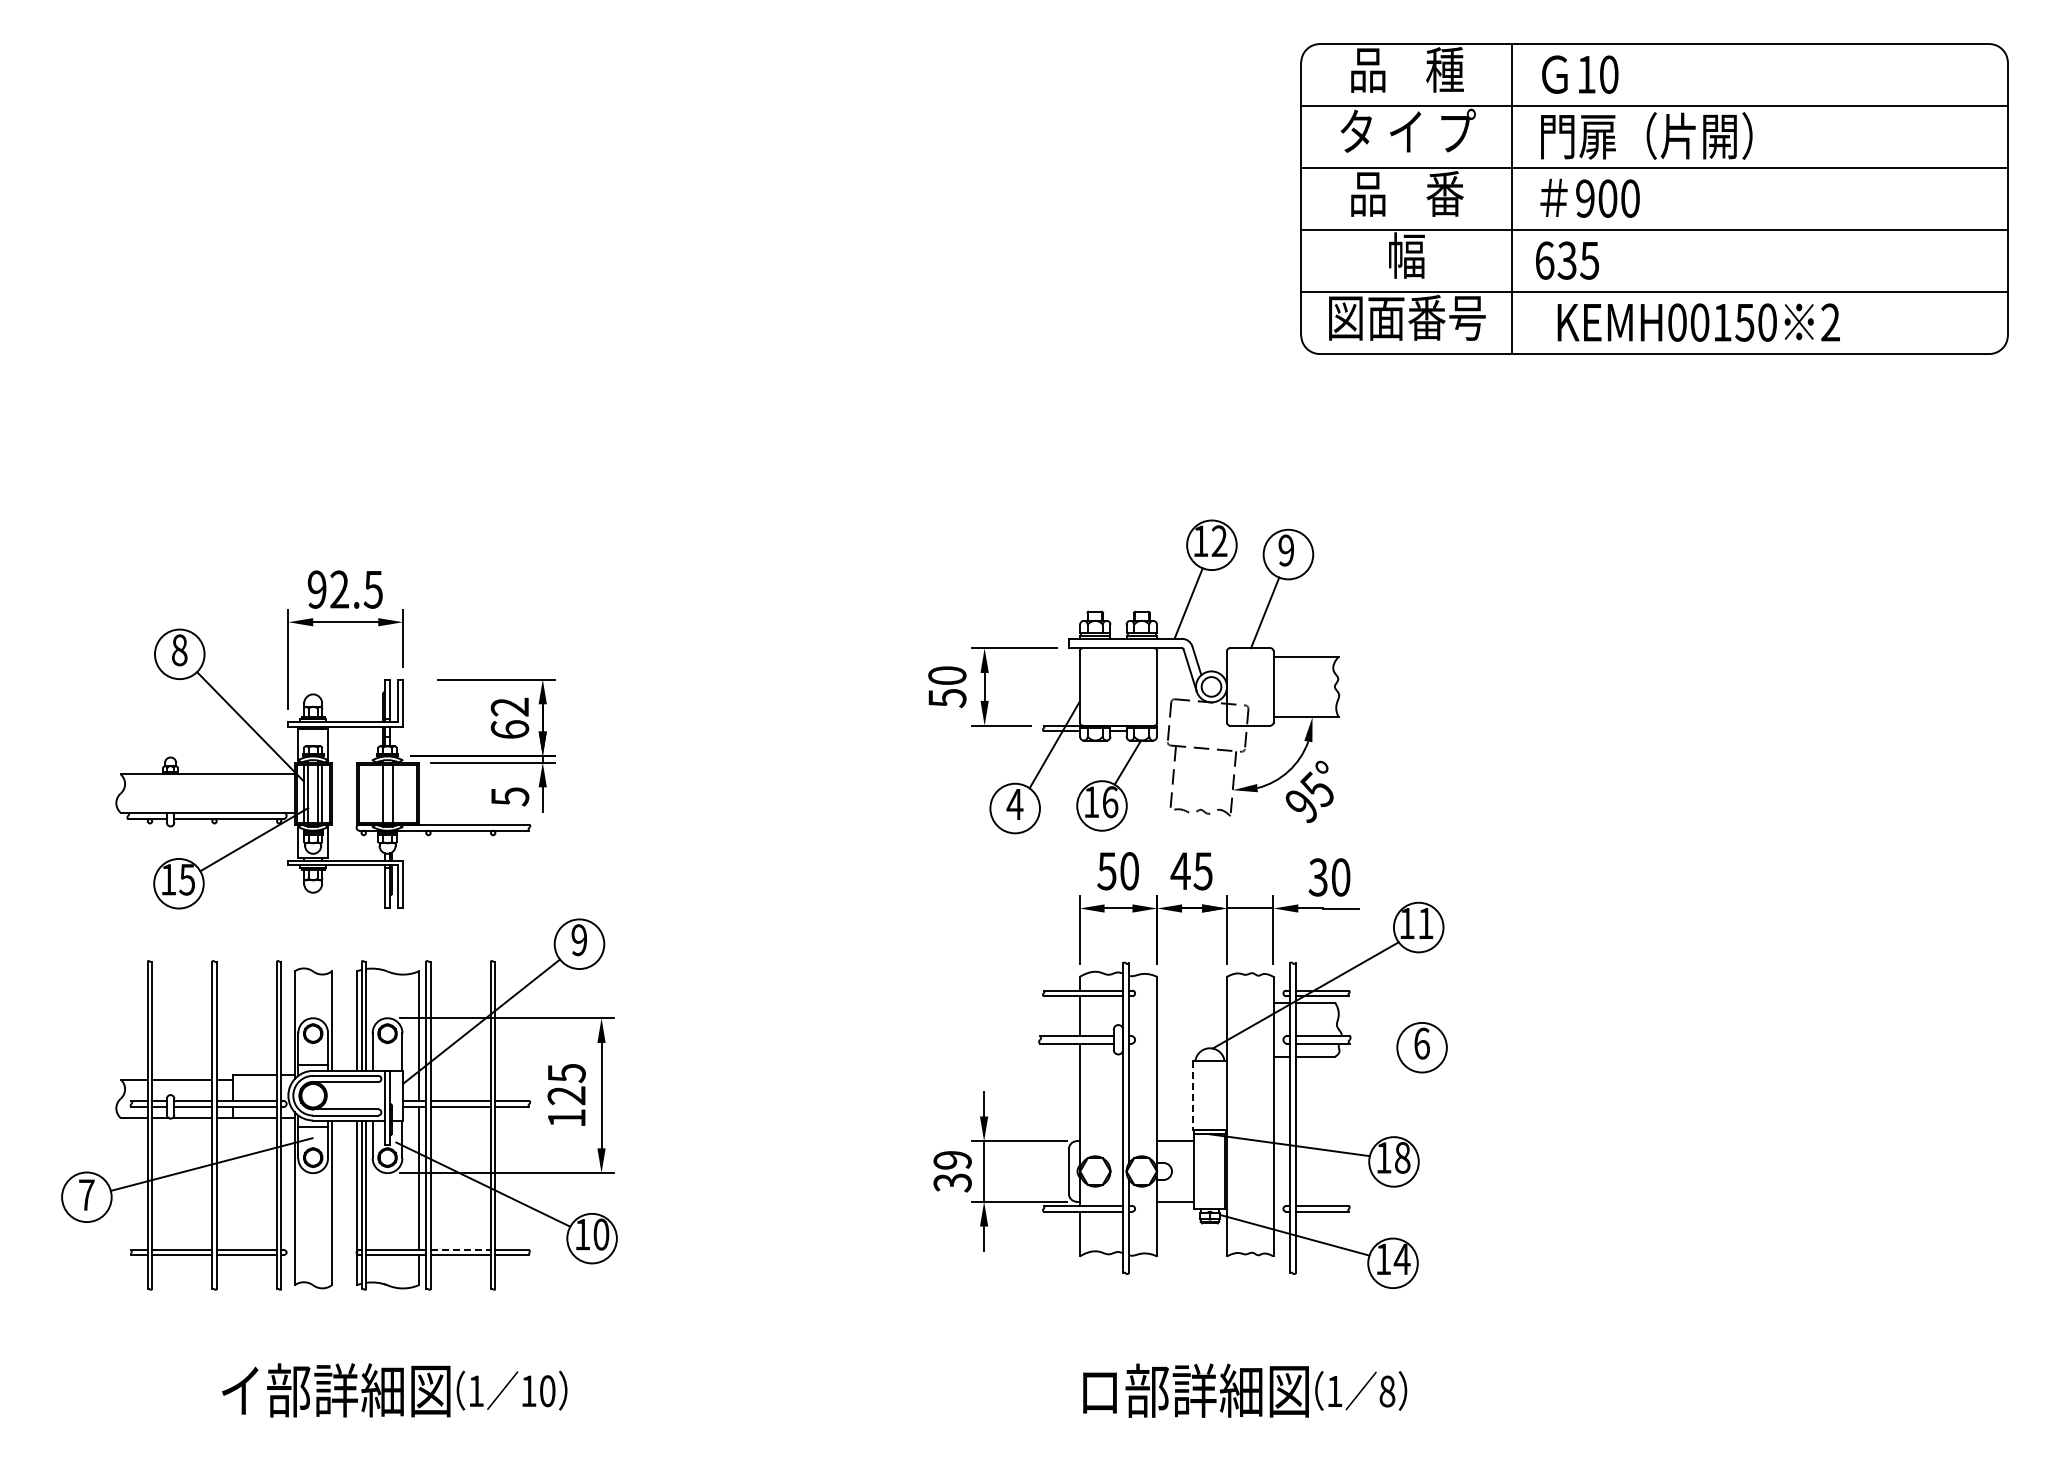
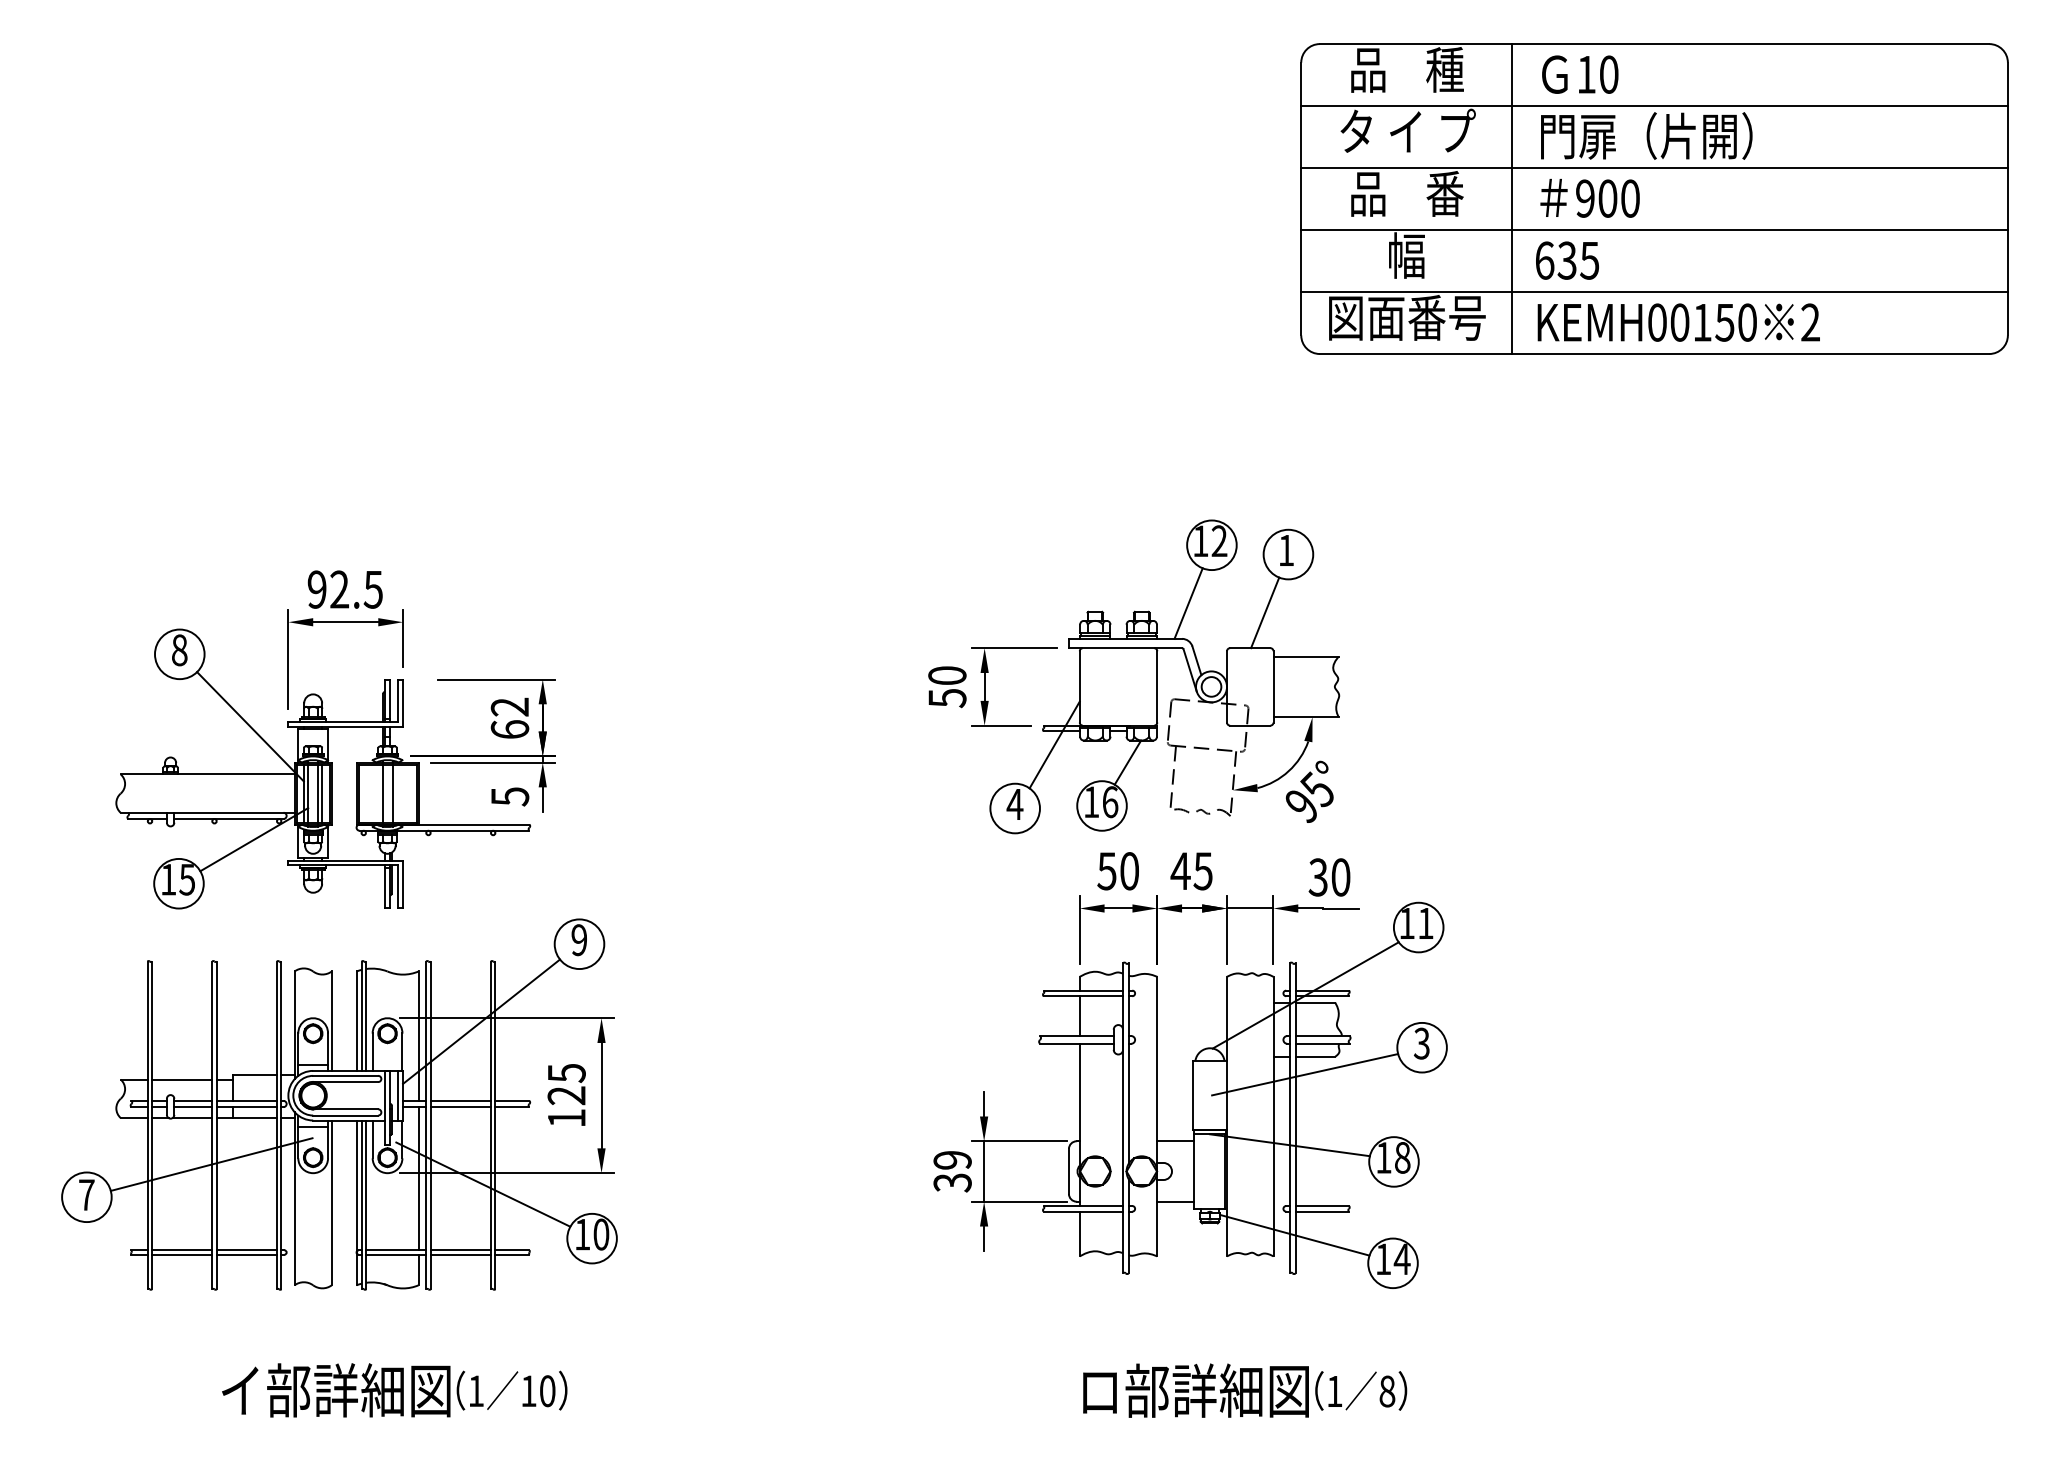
text at (1698, 322) position: (1698, 322) -> (1678, 322)
text at (1285, 550): 9 -> 1
text at (1421, 1043): 6 -> 3
line at (1305, 1074): none -> present
line at (398, 1095): none -> present
line at (1192, 1095): dashed -> solid
line at (461, 1250): dashed -> solid
